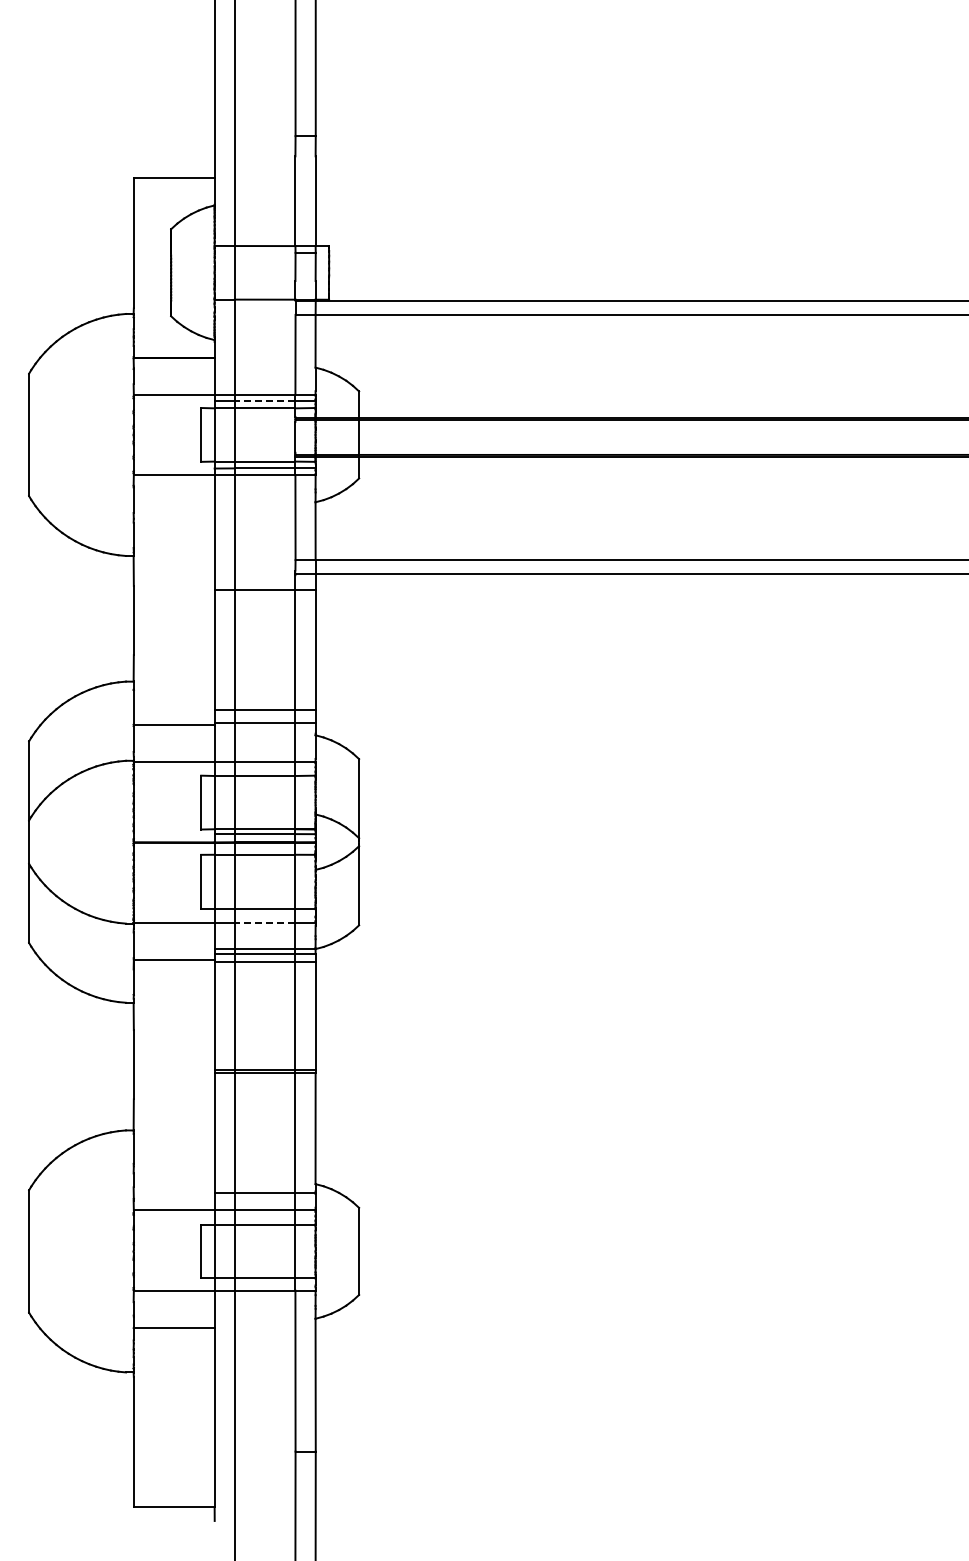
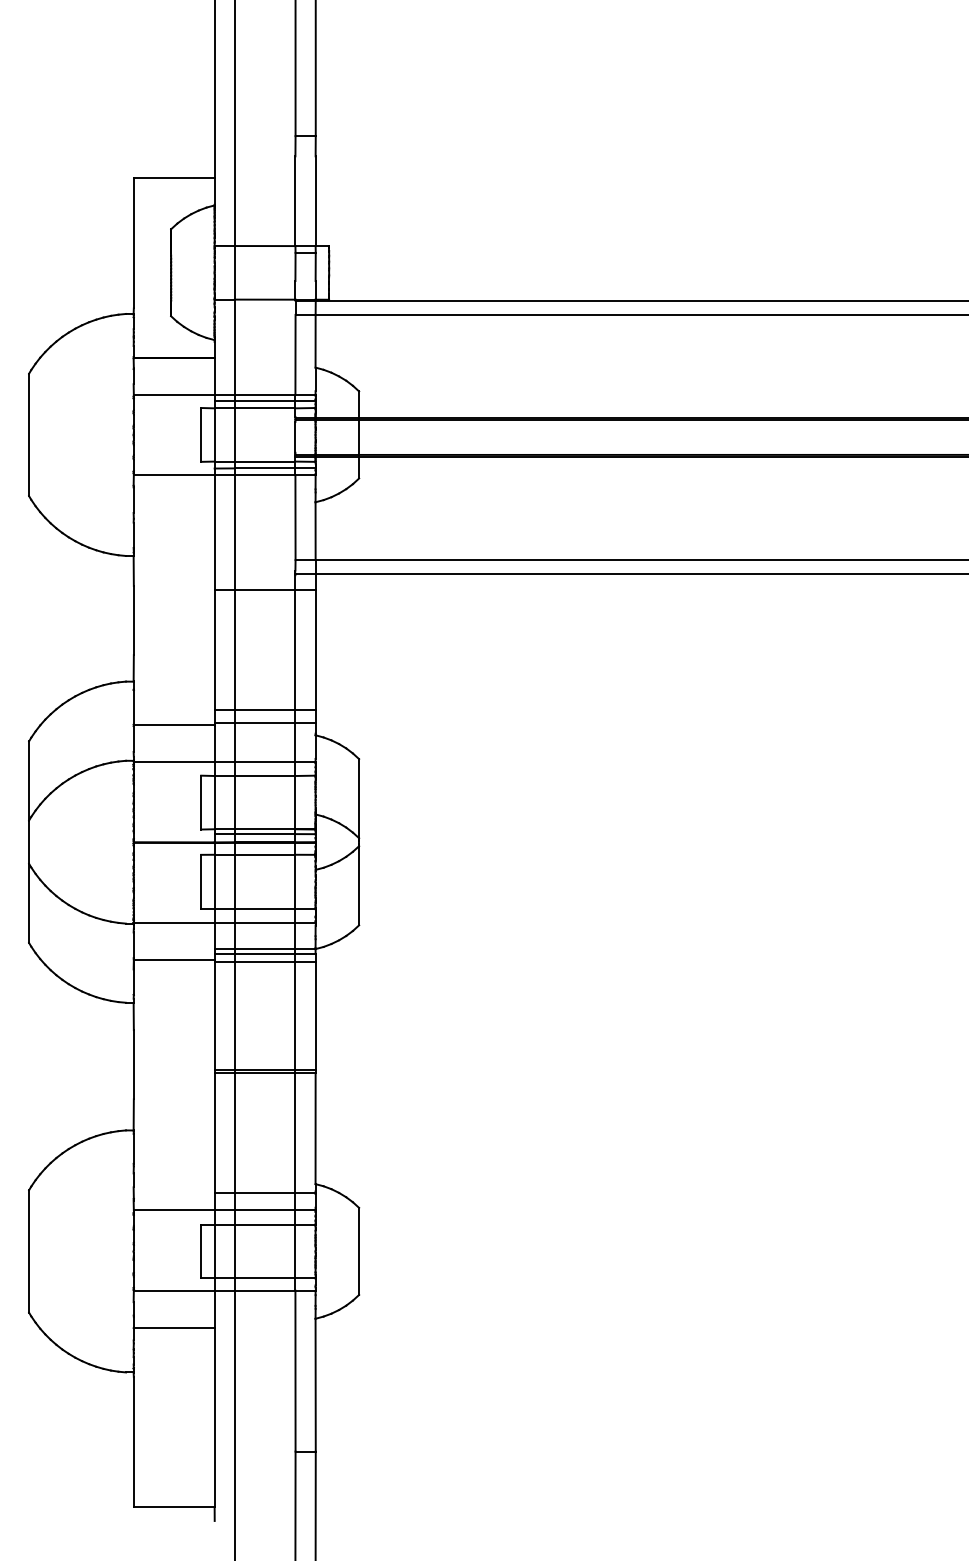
line at (264, 400): dashed -> solid
line at (264, 923): dashed -> solid
